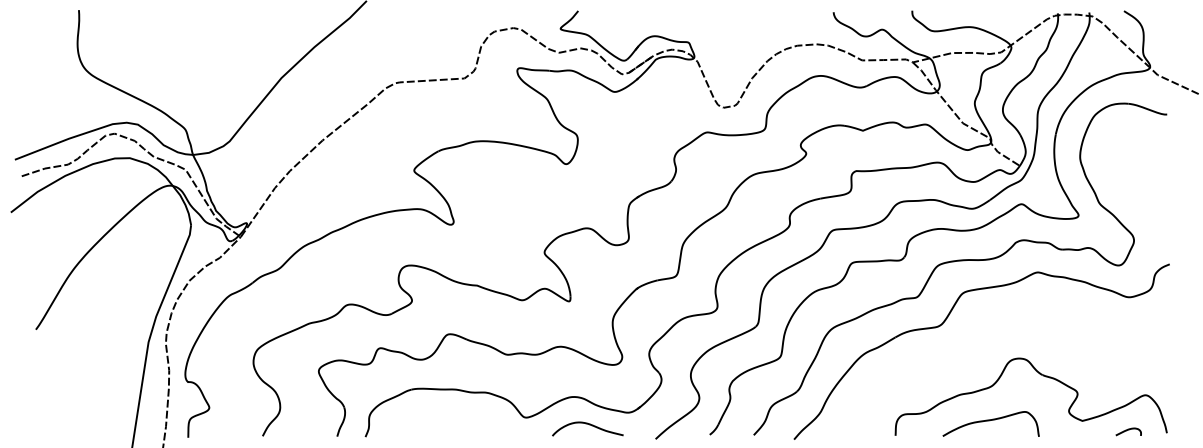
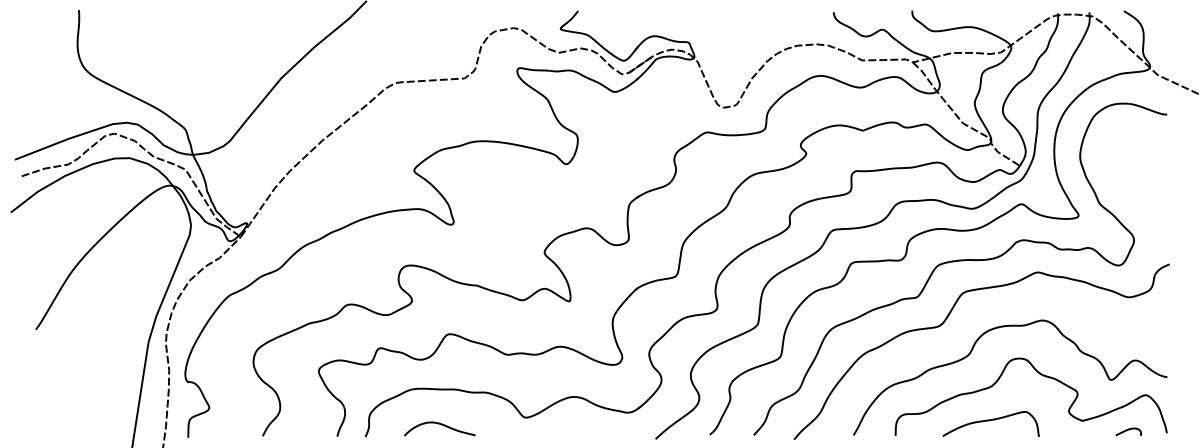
part at (972, 351): none -> present
curve at (589, 425) position: (589, 425) -> (441, 425)
